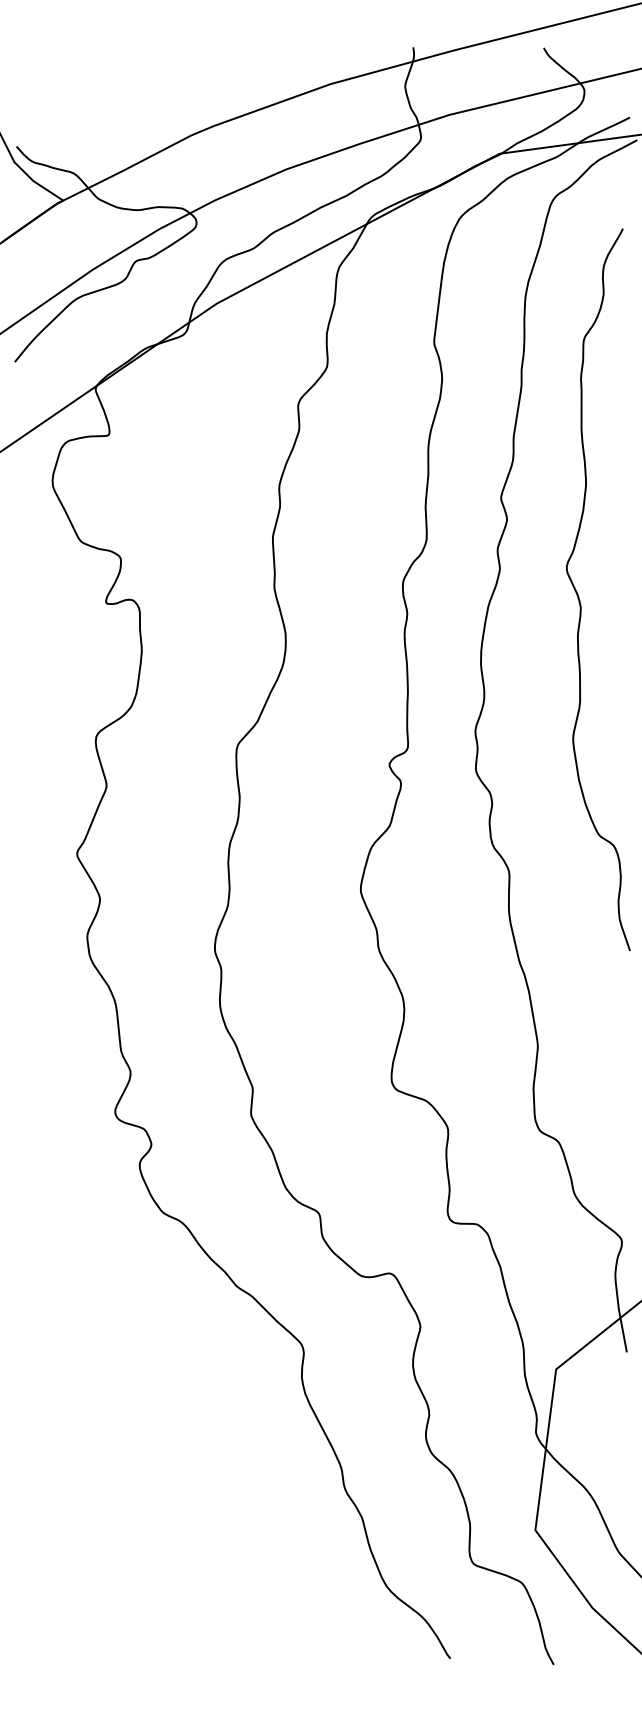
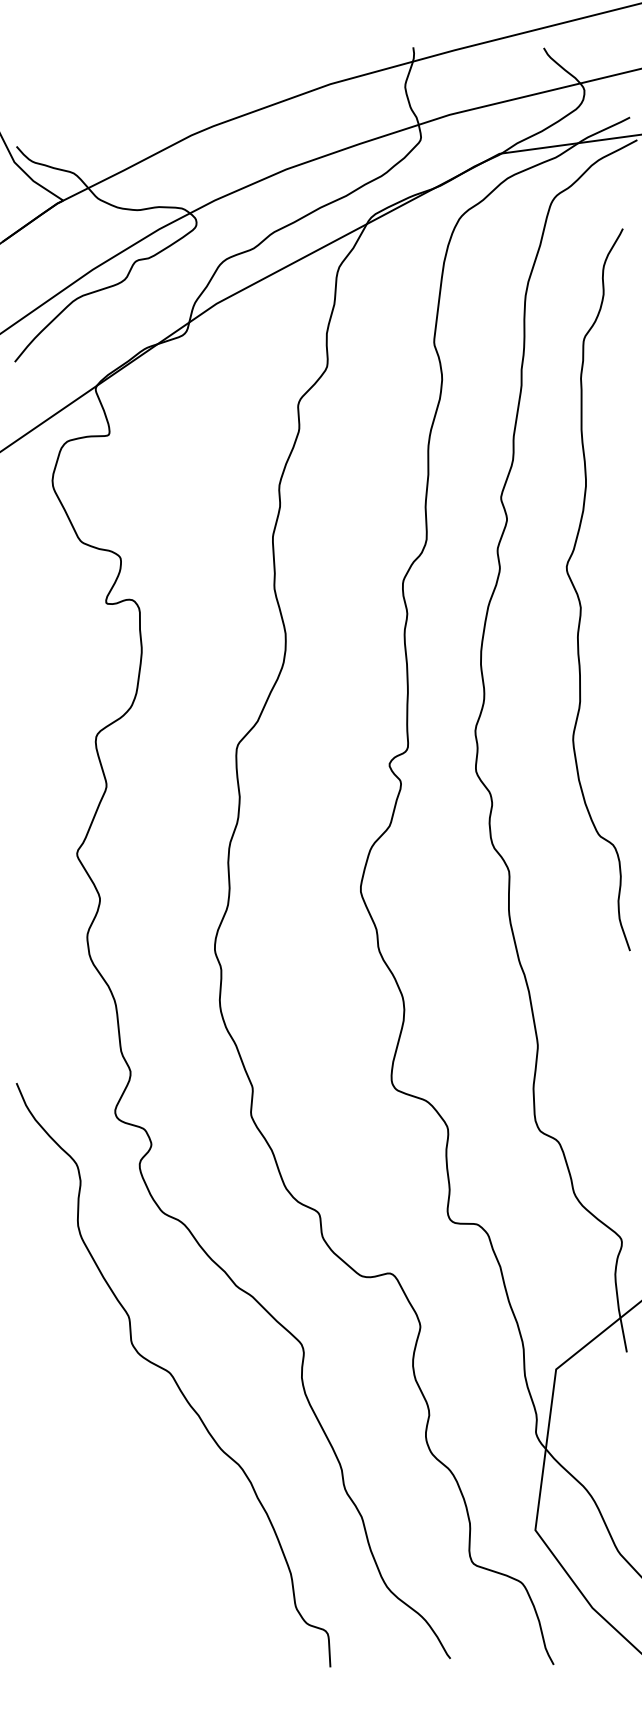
curve at (172, 1375): none -> present
